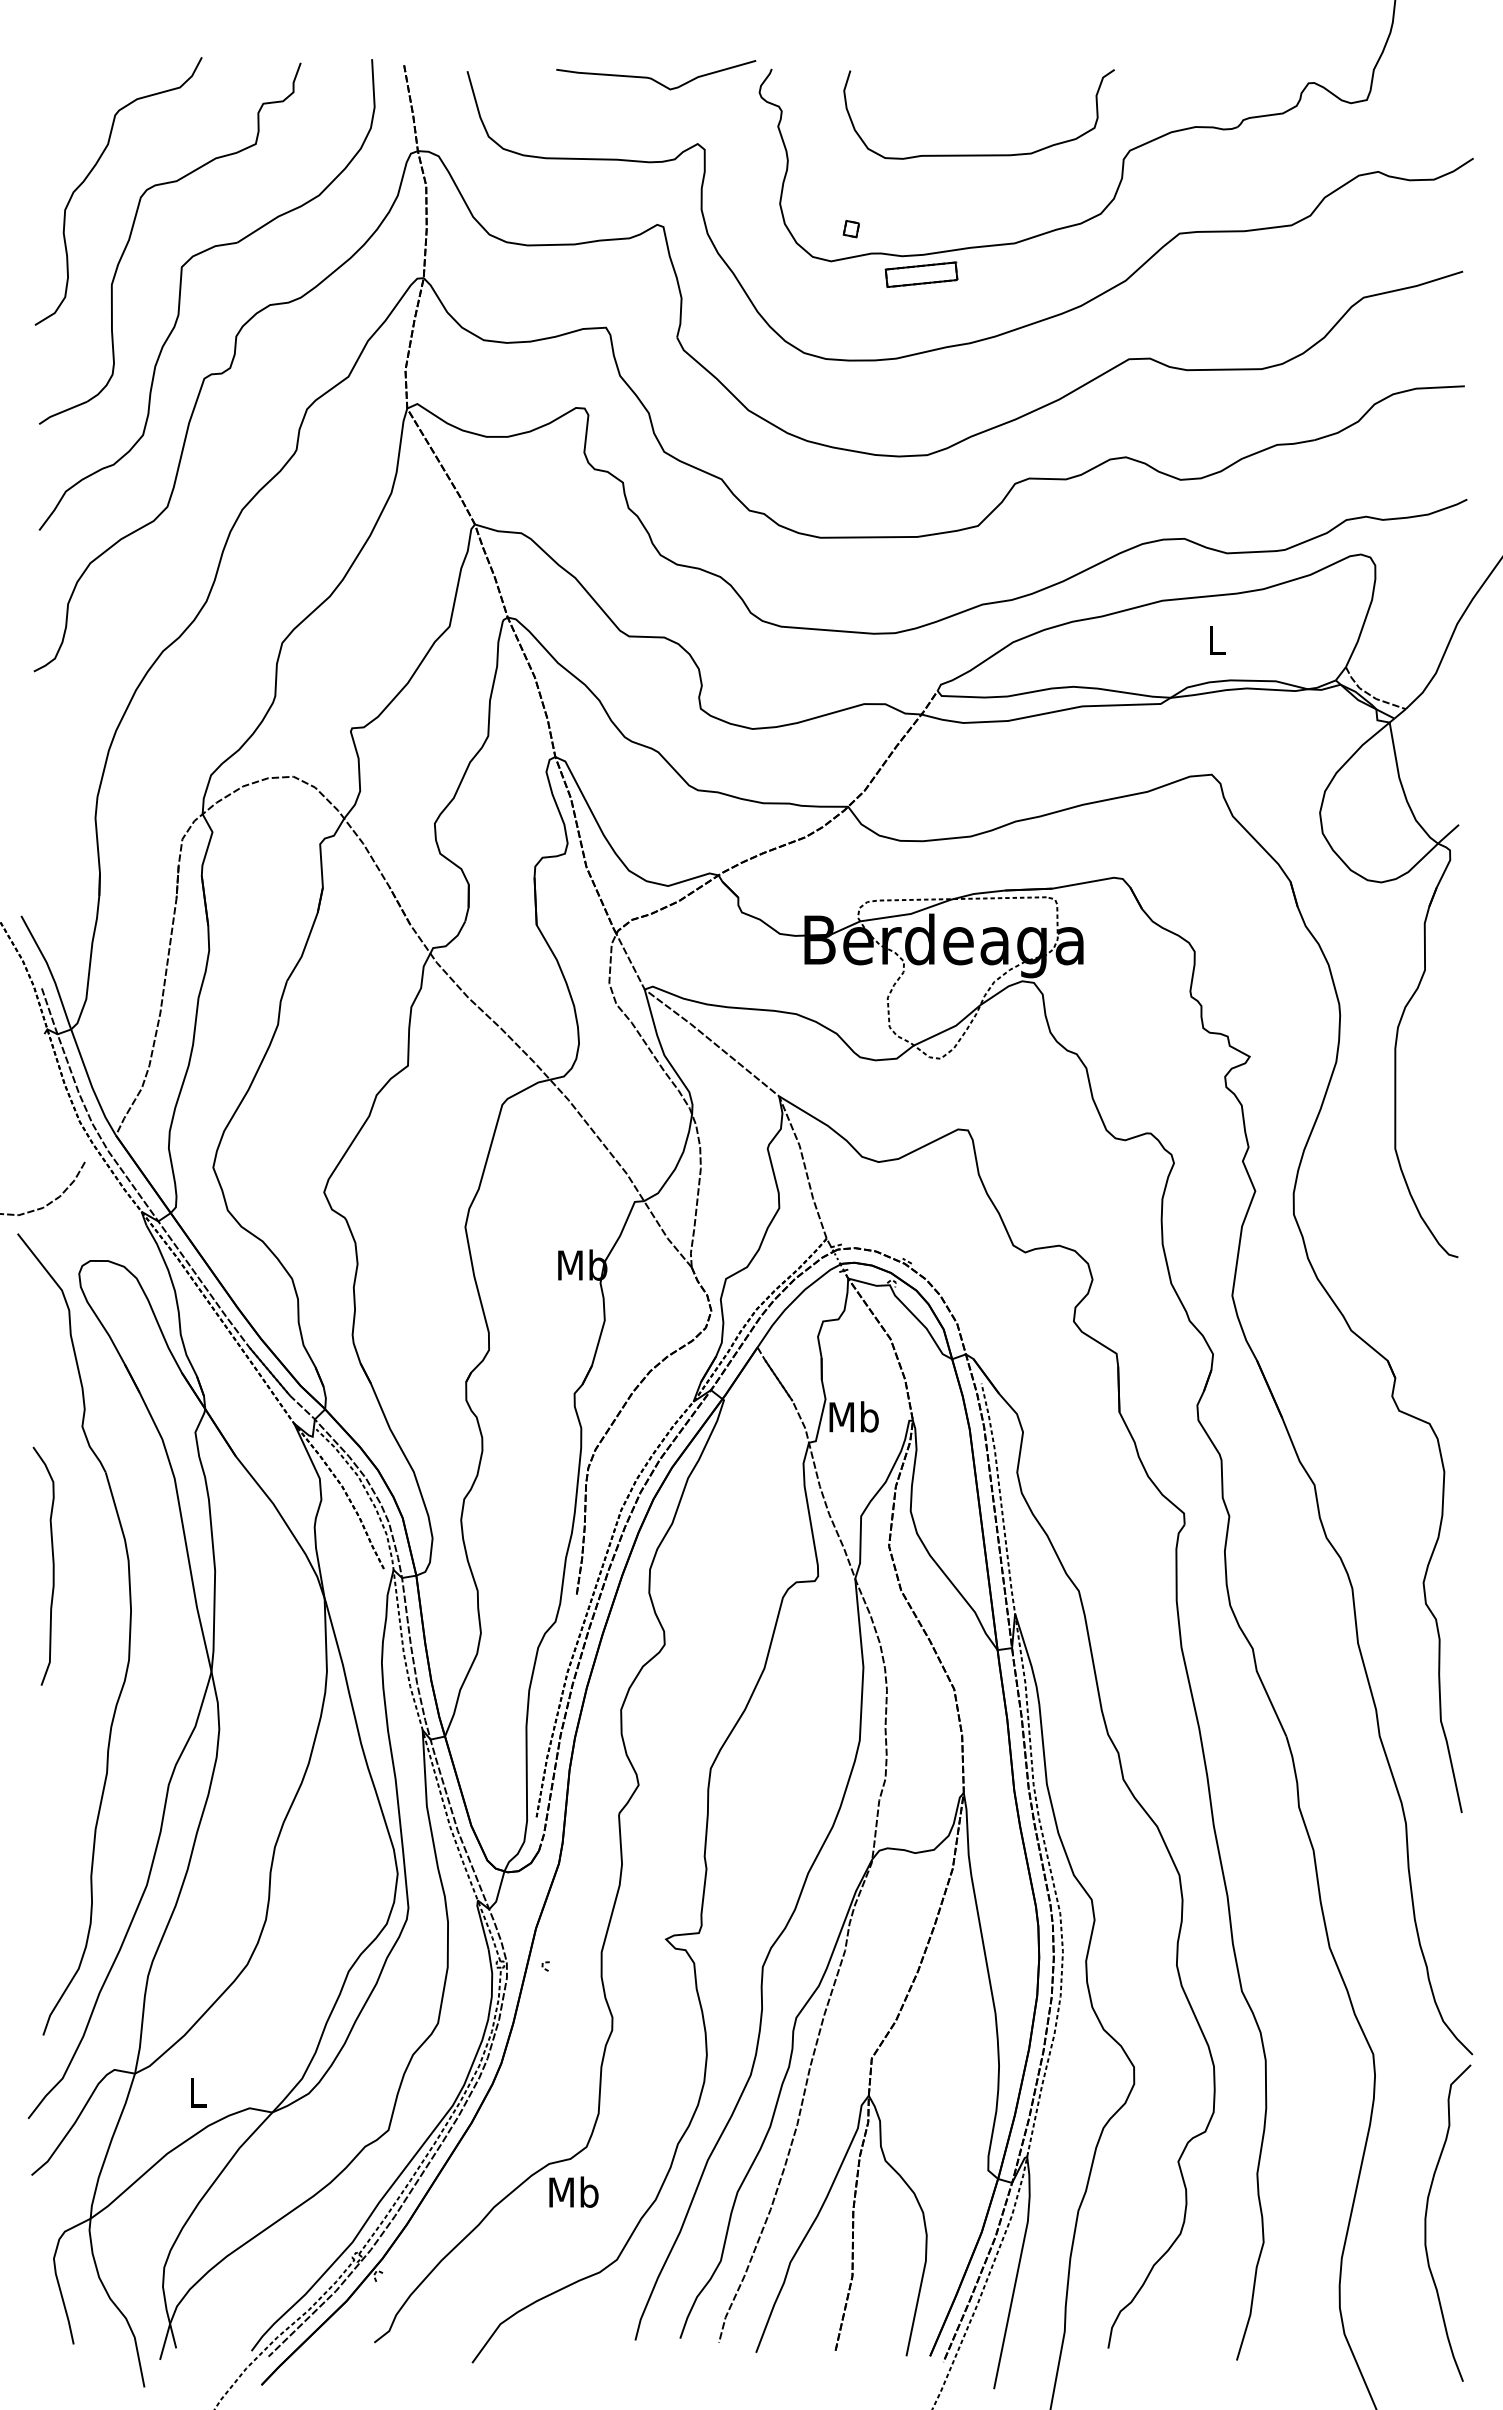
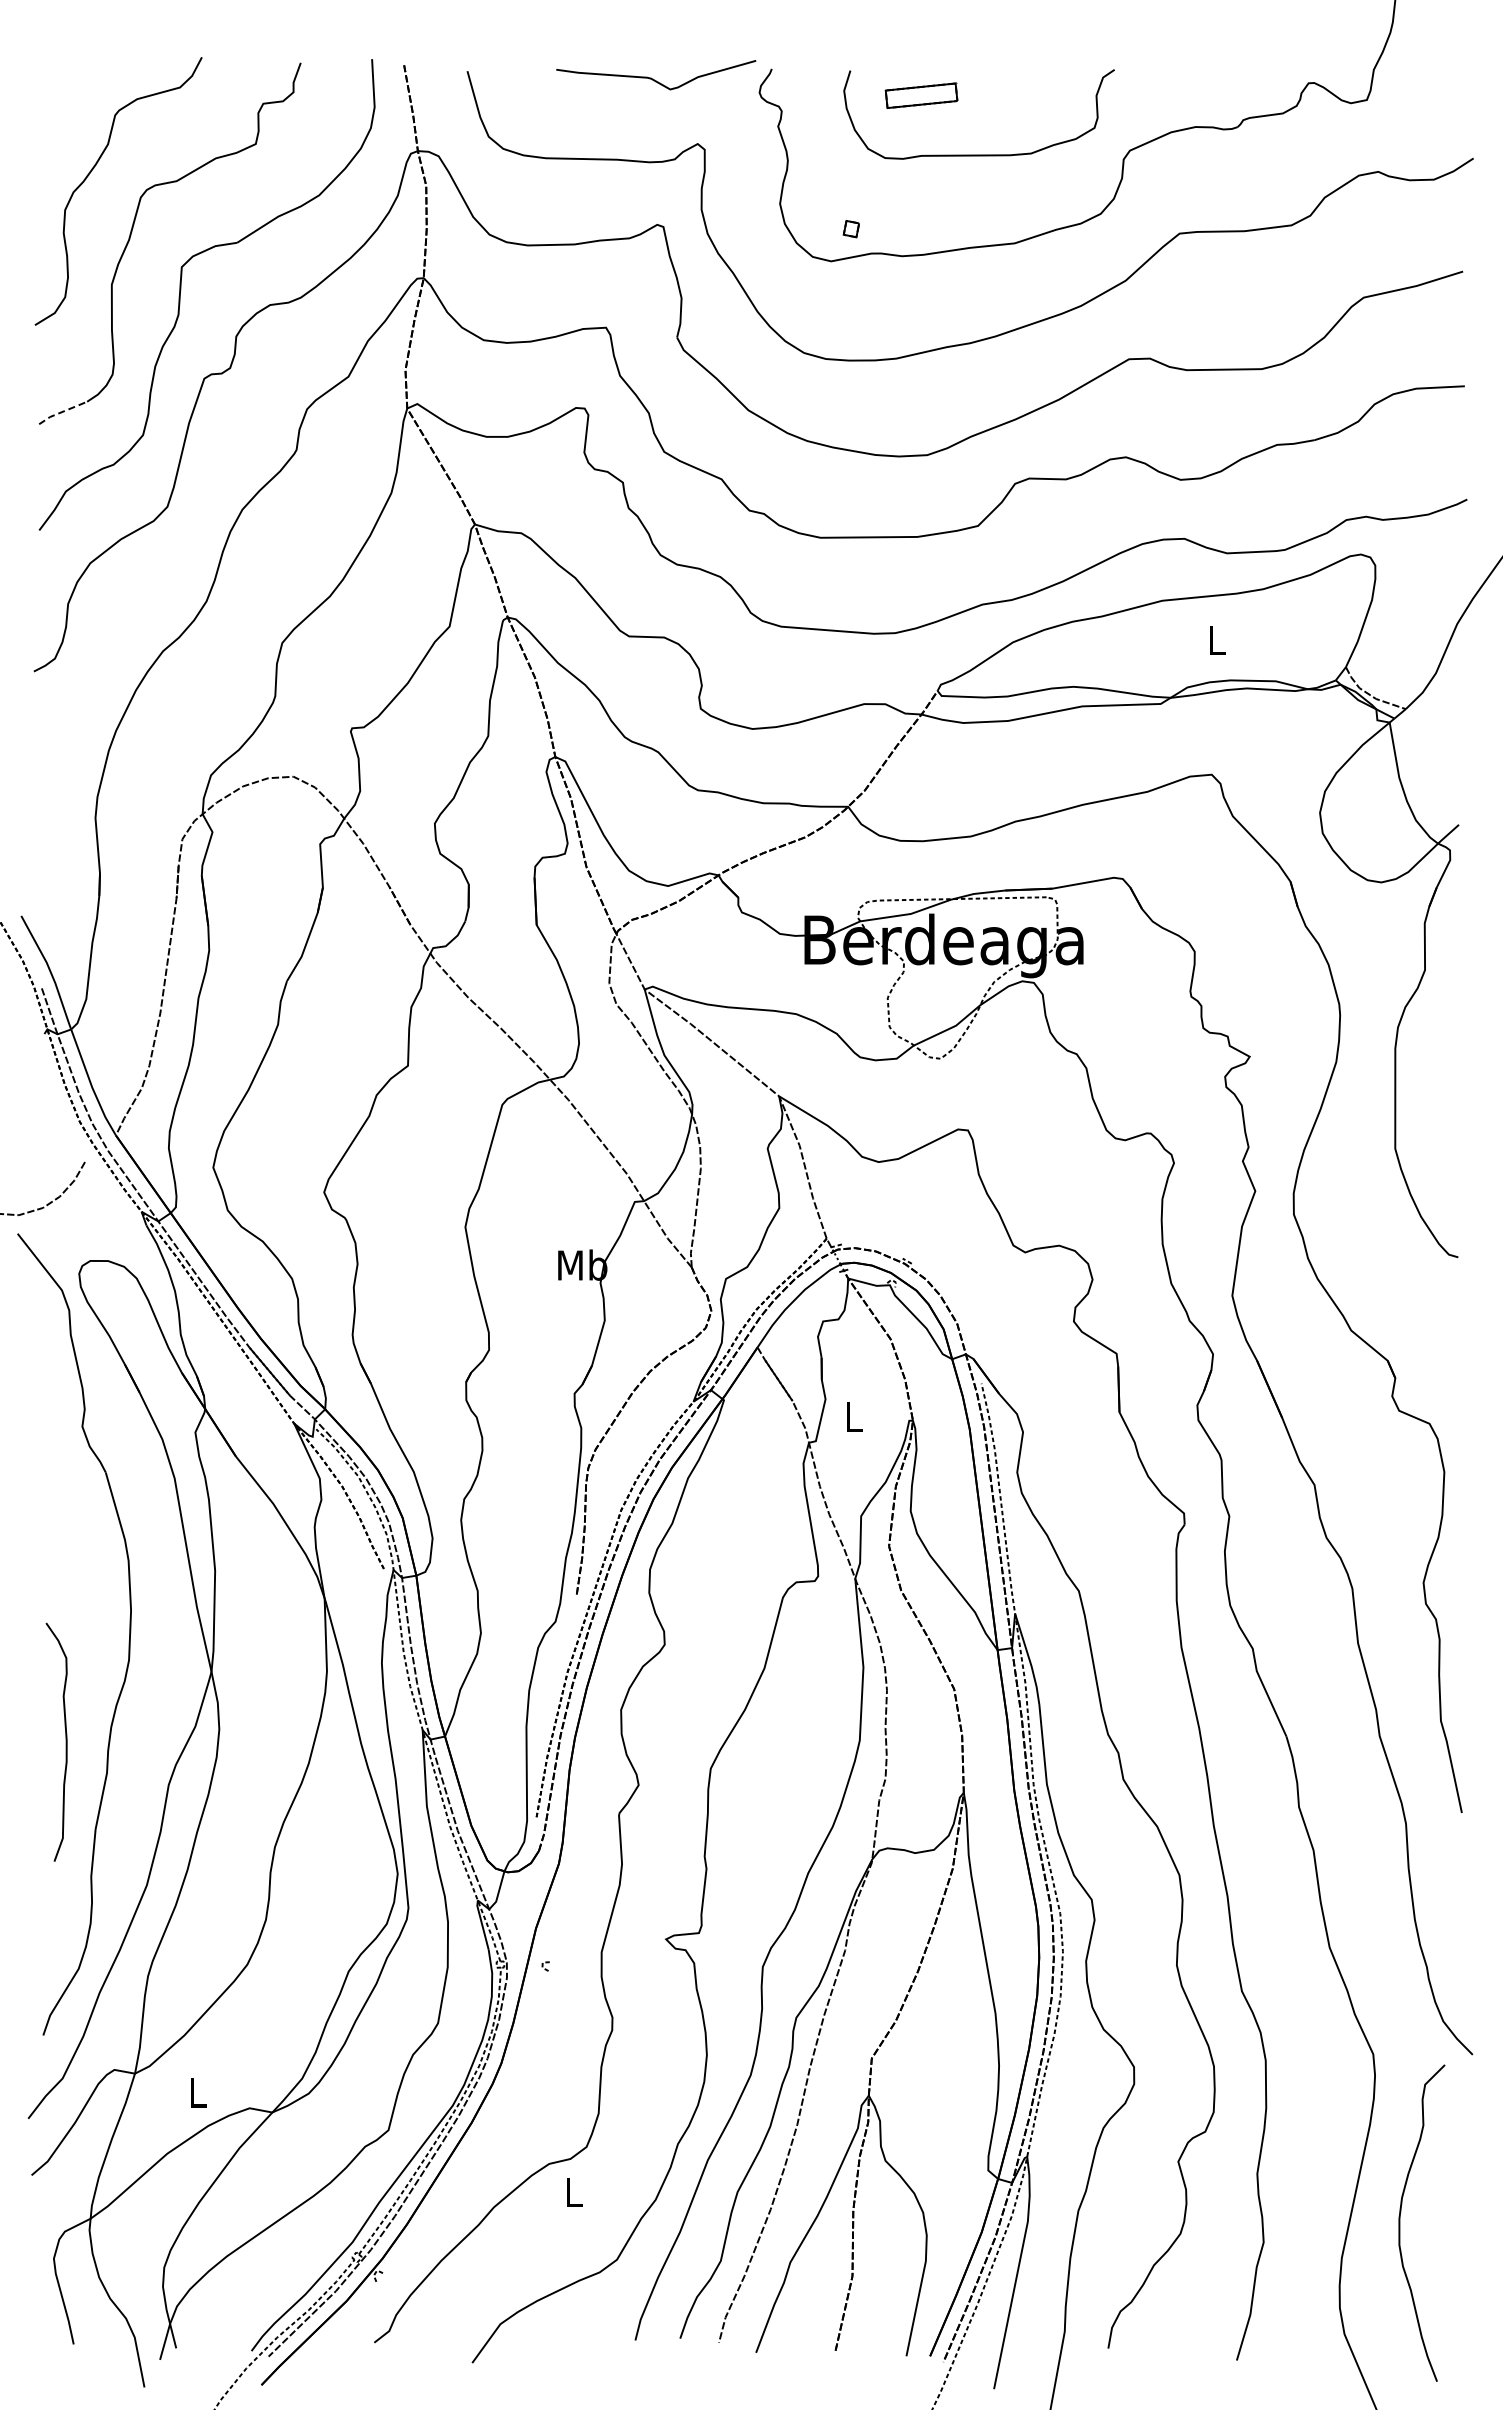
part at (921, 274) position: (921, 274) -> (921, 95)
line at (61, 412): solid -> dashed
text at (853, 1416): Mb -> L
curve at (52, 1565) position: (52, 1565) -> (65, 1741)
text at (573, 2191): Mb -> L
curve at (1426, 2222) position: (1426, 2222) -> (1400, 2222)
